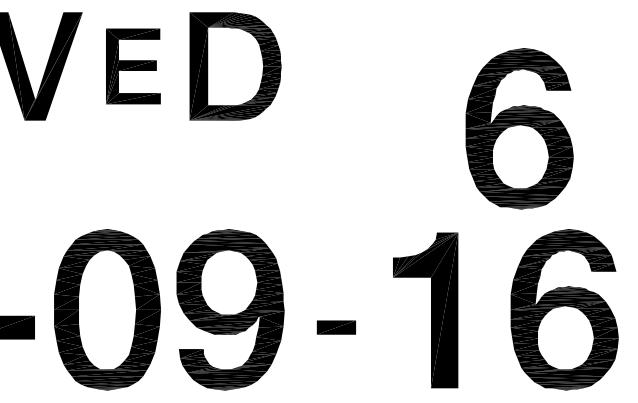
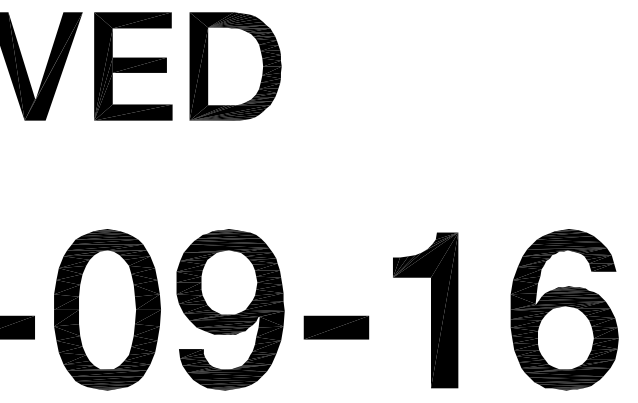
part at (133, 66) size: 55x77 px -> 79x109 px
part at (519, 128): present -> none
part at (335, 327) size: 40x15 px -> 67x25 px
